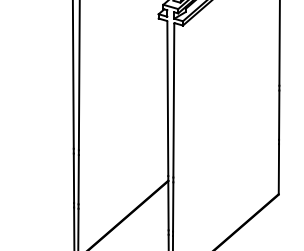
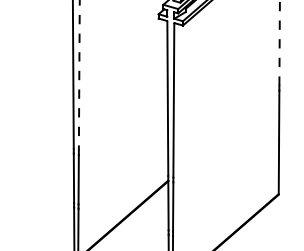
line at (279, 42): solid -> dashed
line at (79, 75): solid -> dashed
